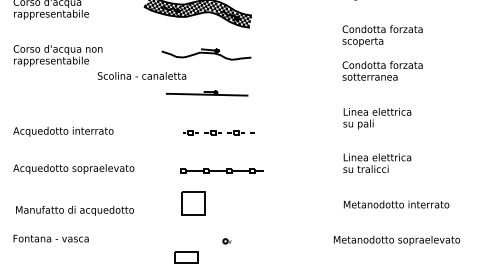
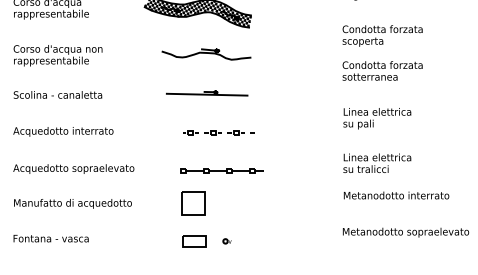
text at (141, 75) position: (141, 75) -> (57, 94)
text at (396, 204) position: (396, 204) -> (396, 195)
text at (74, 210) position: (74, 210) -> (72, 203)
text at (397, 240) position: (397, 240) -> (406, 232)
part at (186, 257) position: (186, 257) -> (194, 241)
